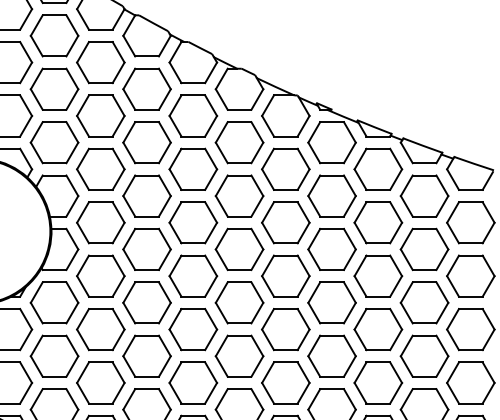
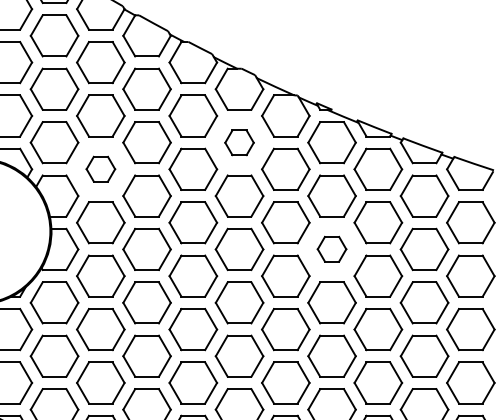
part at (239, 142) size: 51x44 px -> 31x28 px
part at (100, 168) size: 50x44 px -> 32x28 px
part at (331, 248) size: 50x44 px -> 32x28 px
